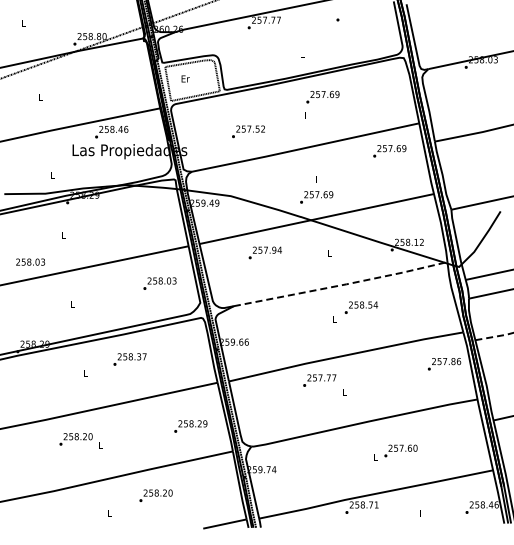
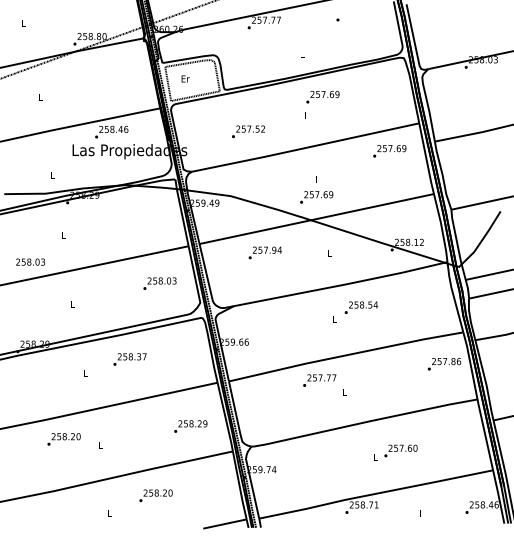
line at (342, 285): dashed -> solid
line at (494, 336): dashed -> solid
text at (75, 439) position: (75, 439) -> (63, 439)
